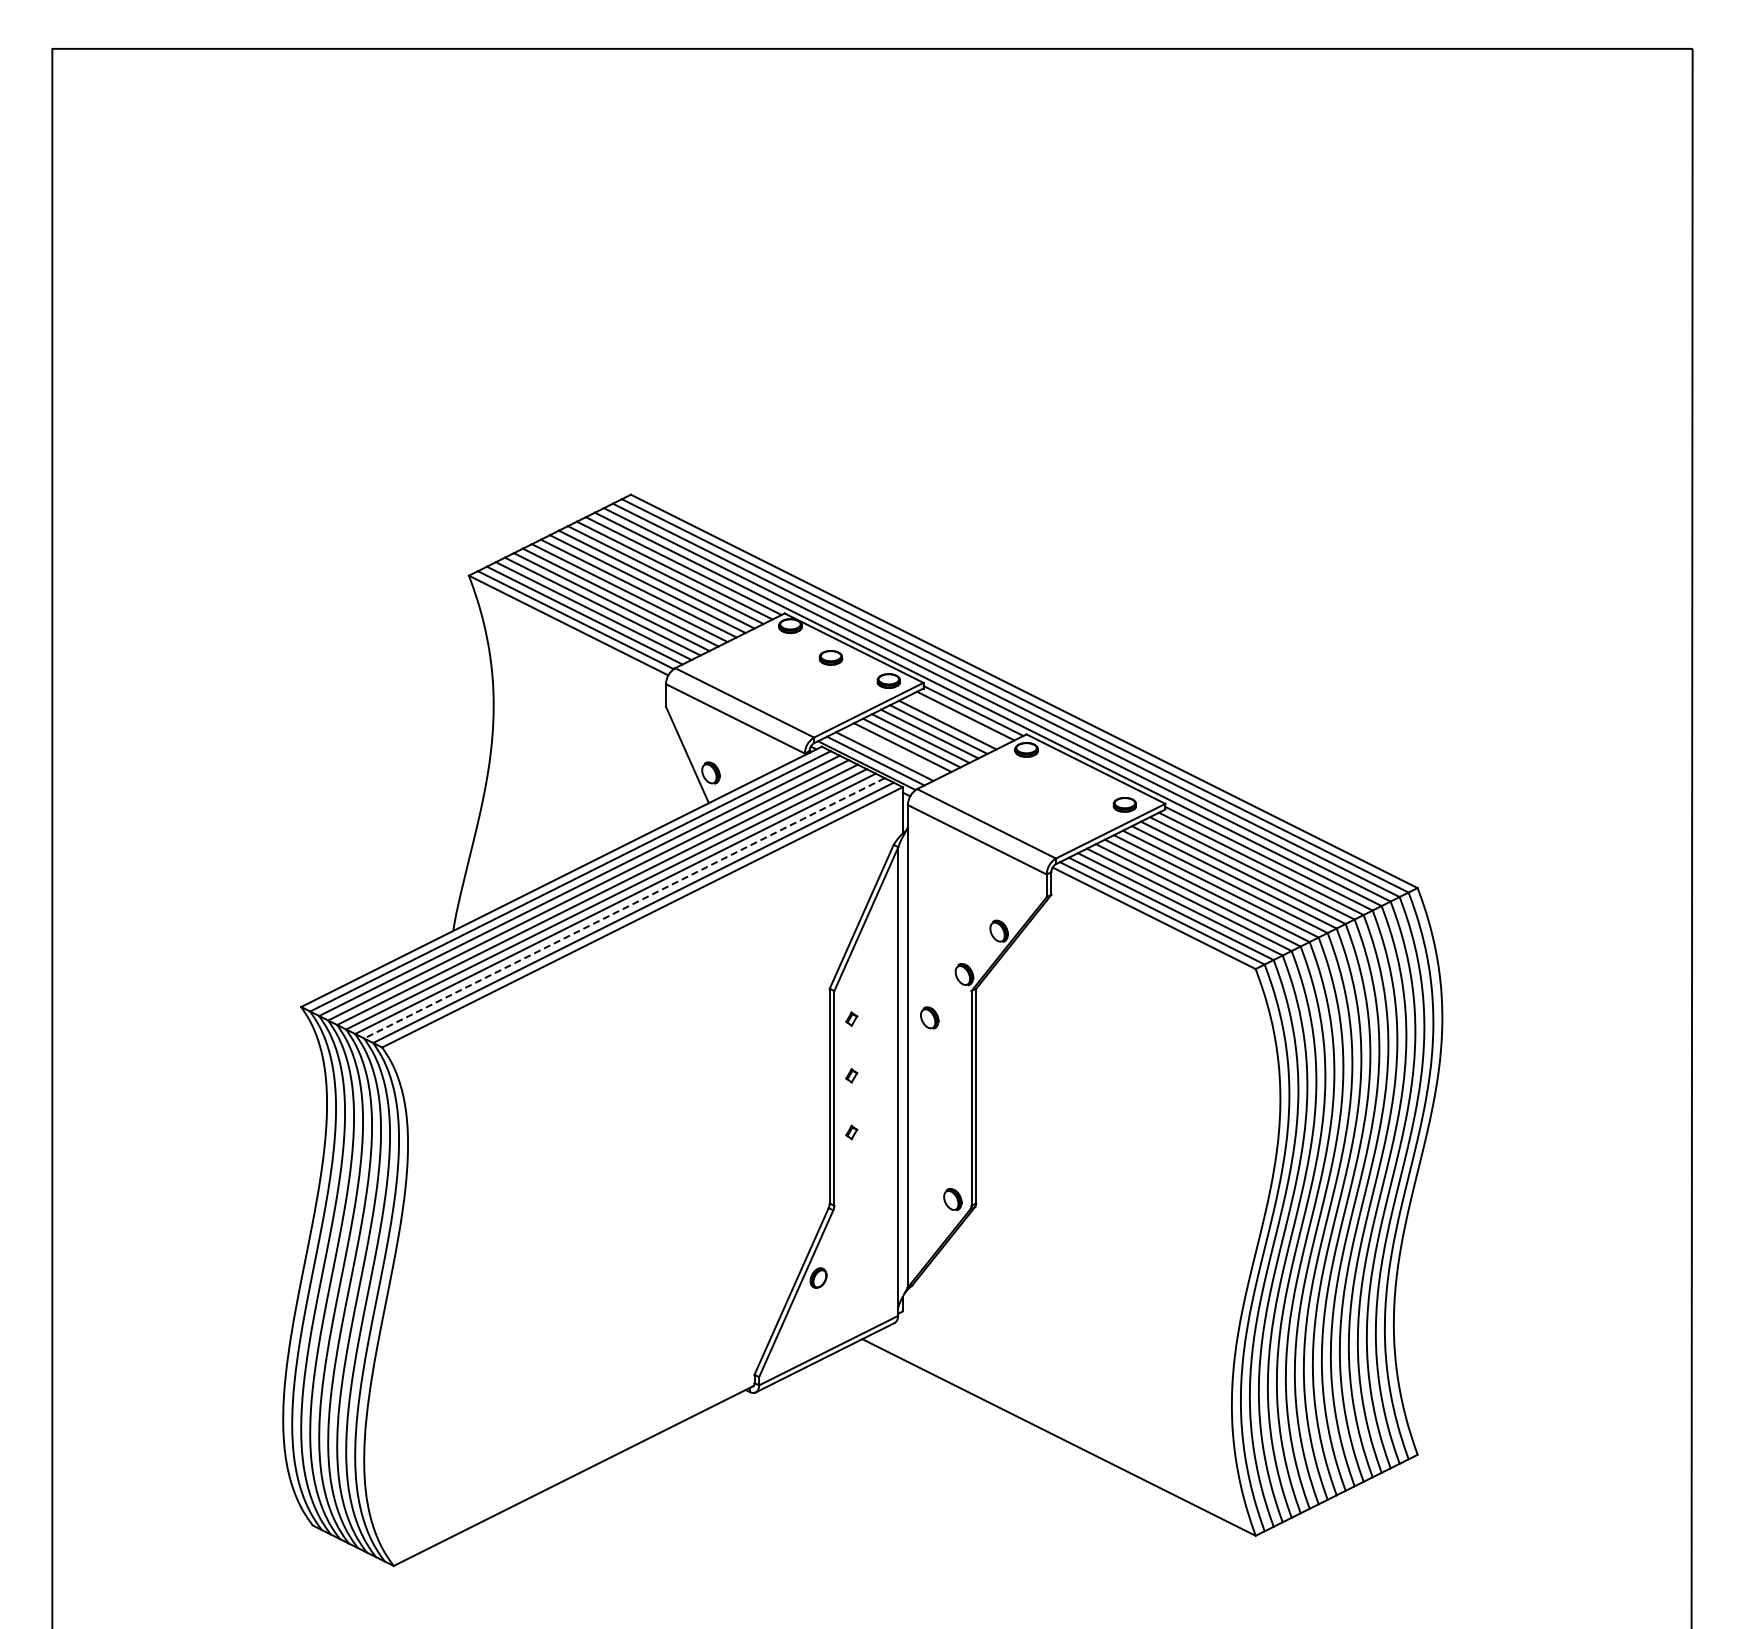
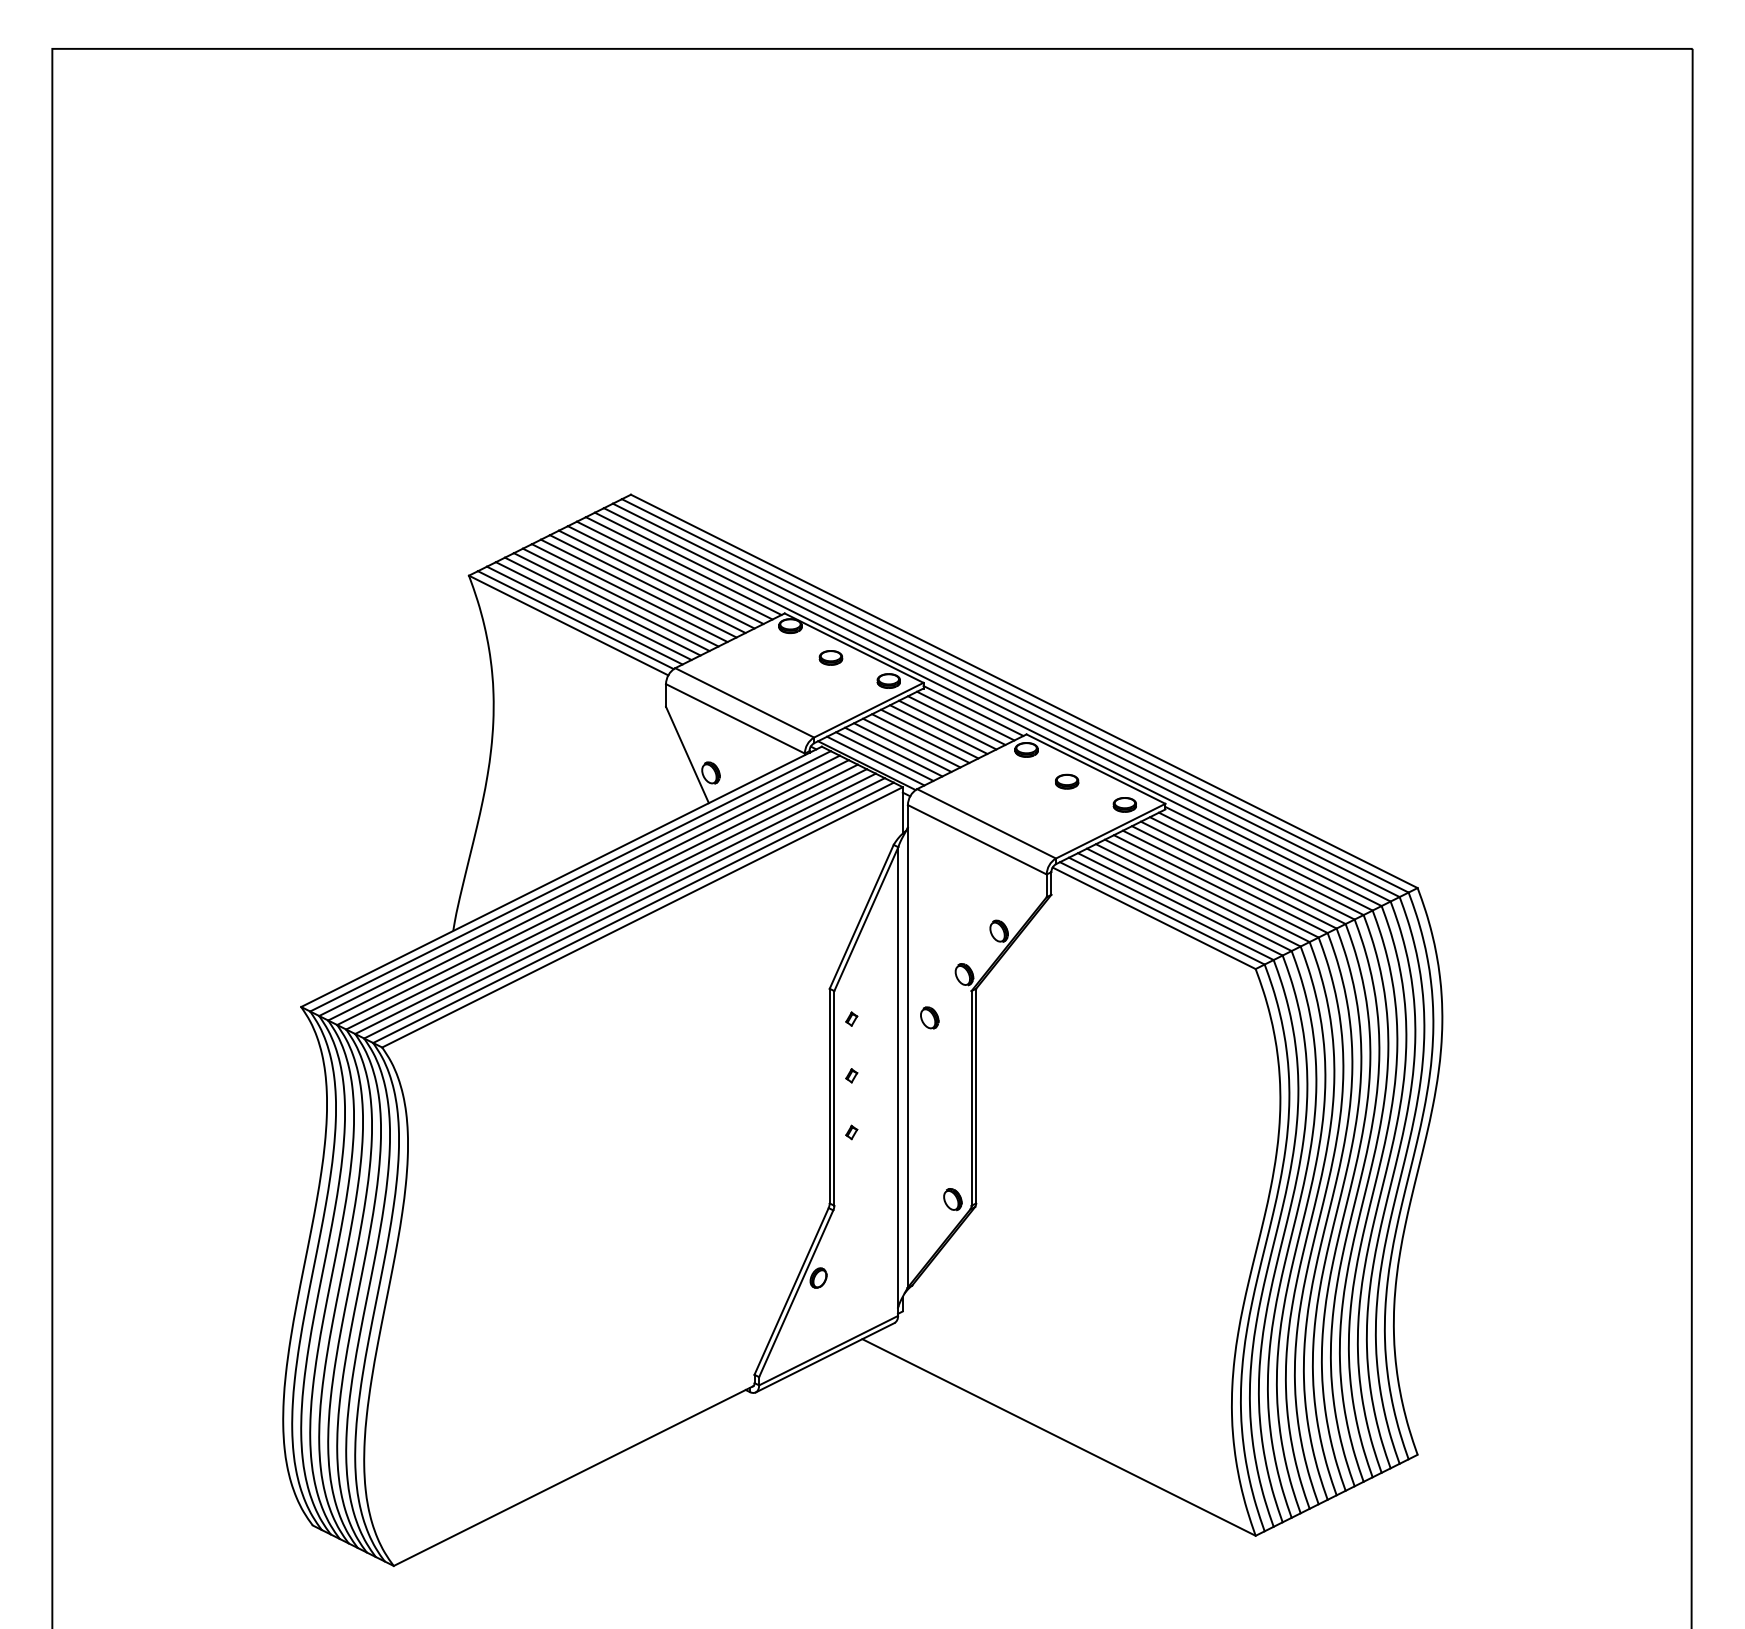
line at (956, 720): none -> present
line at (893, 751): none -> present
part at (1067, 781): none -> present
line at (624, 908): dashed -> solid
